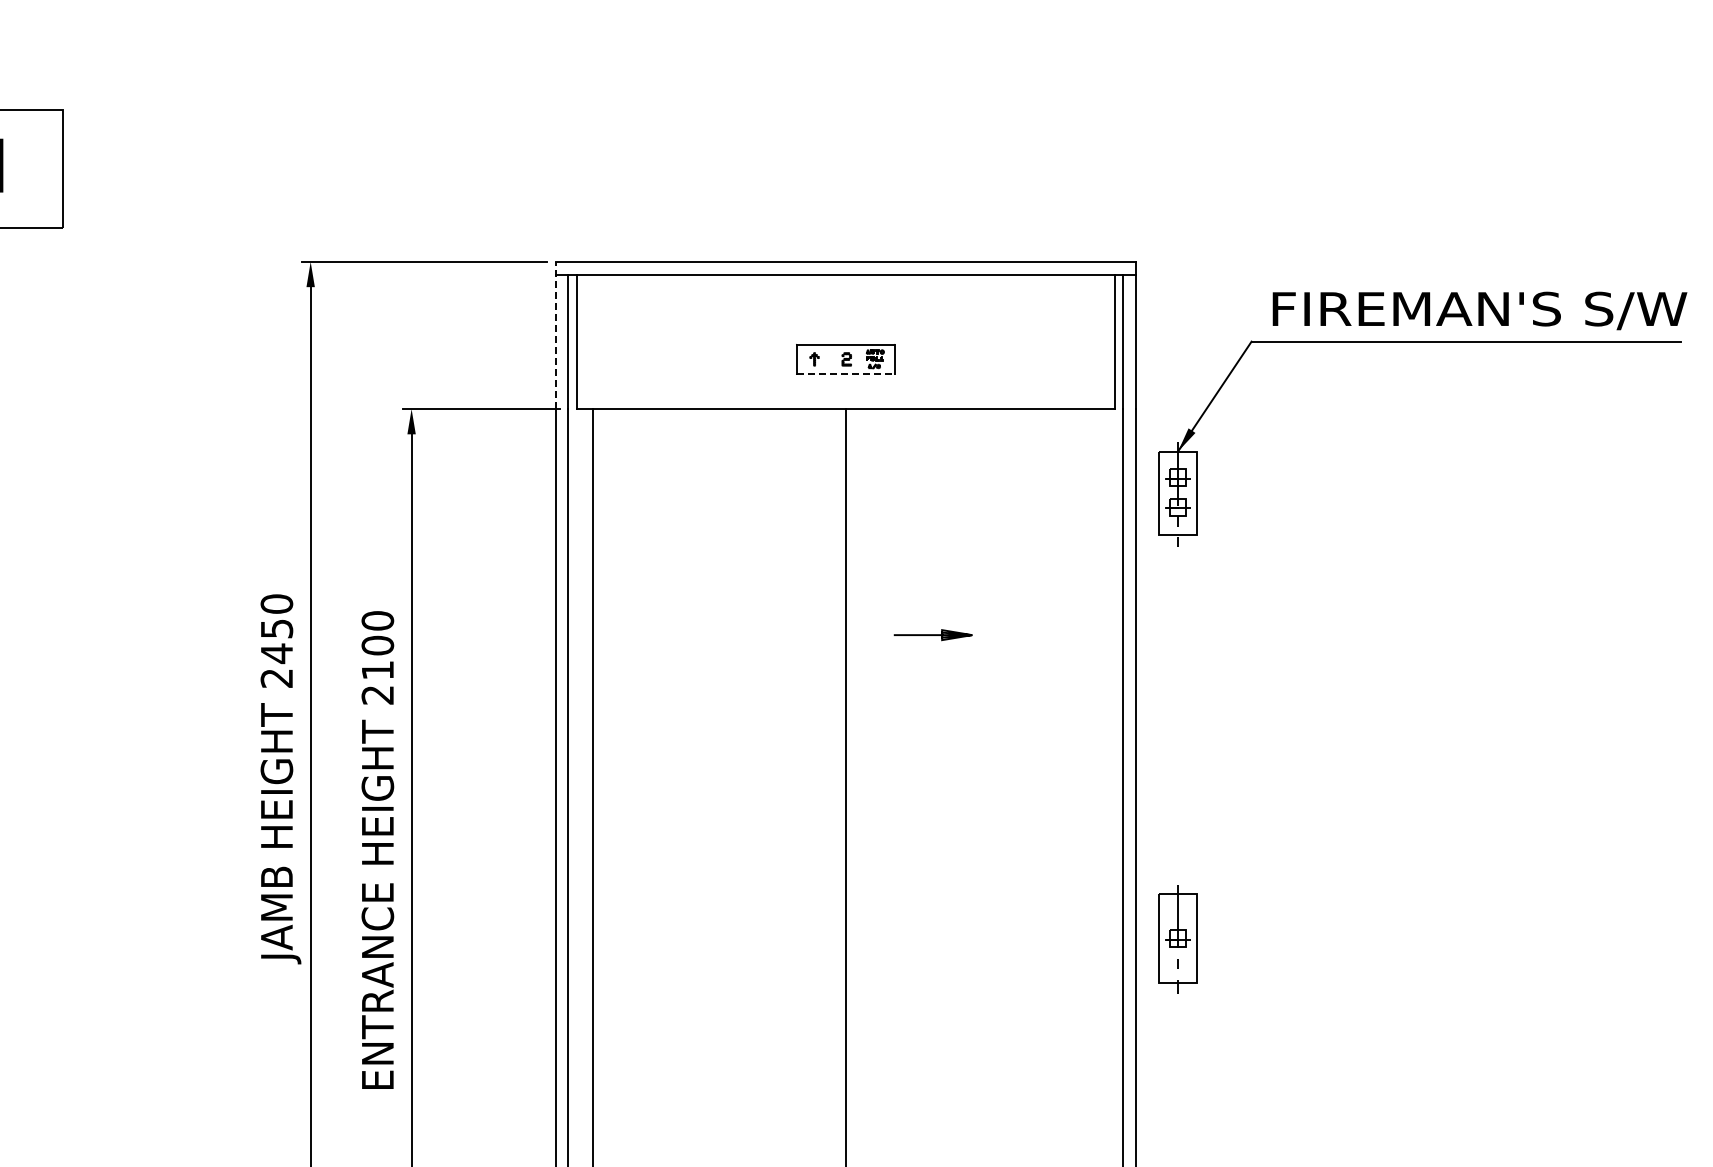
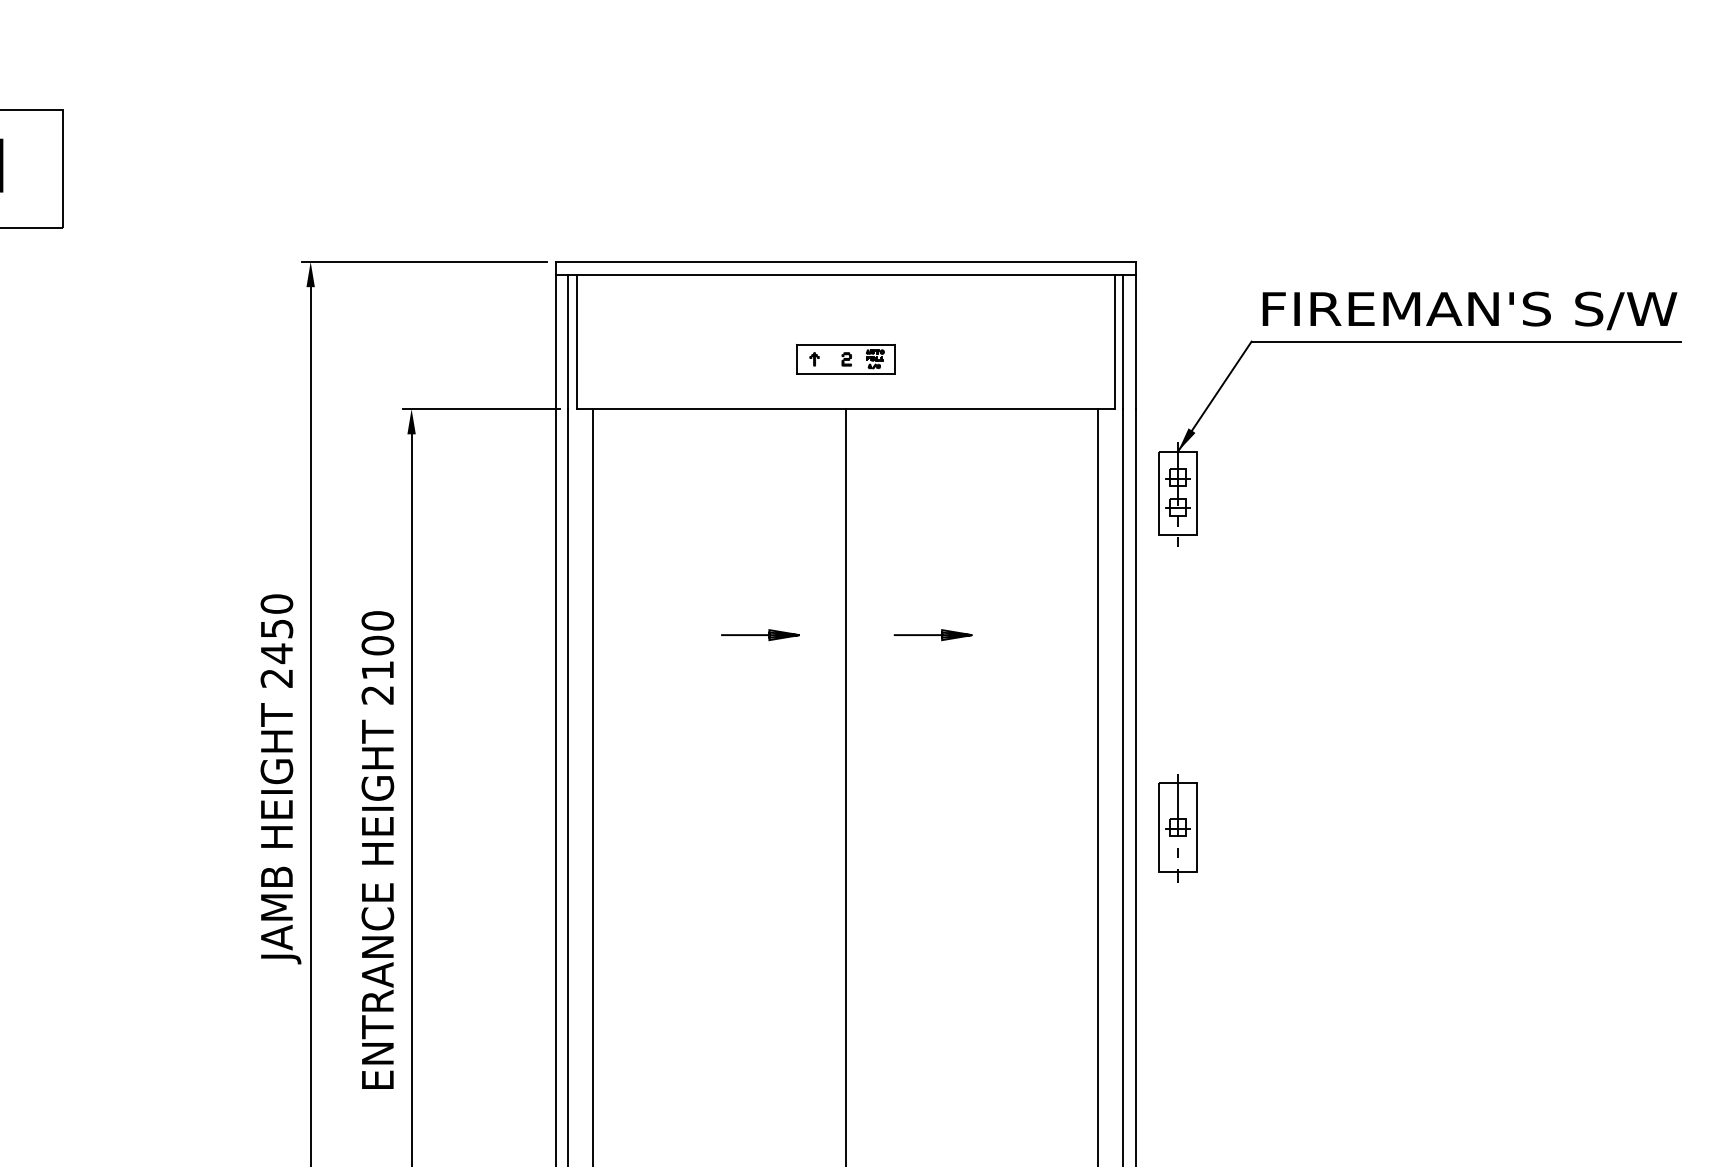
text at (1479, 310) position: (1479, 310) -> (1469, 310)
line at (555, 335): dashed -> solid
line at (845, 374): dashed -> solid
curve at (760, 635): none -> present
line at (1098, 786): none -> present
part at (1177, 939) position: (1177, 939) -> (1177, 828)
